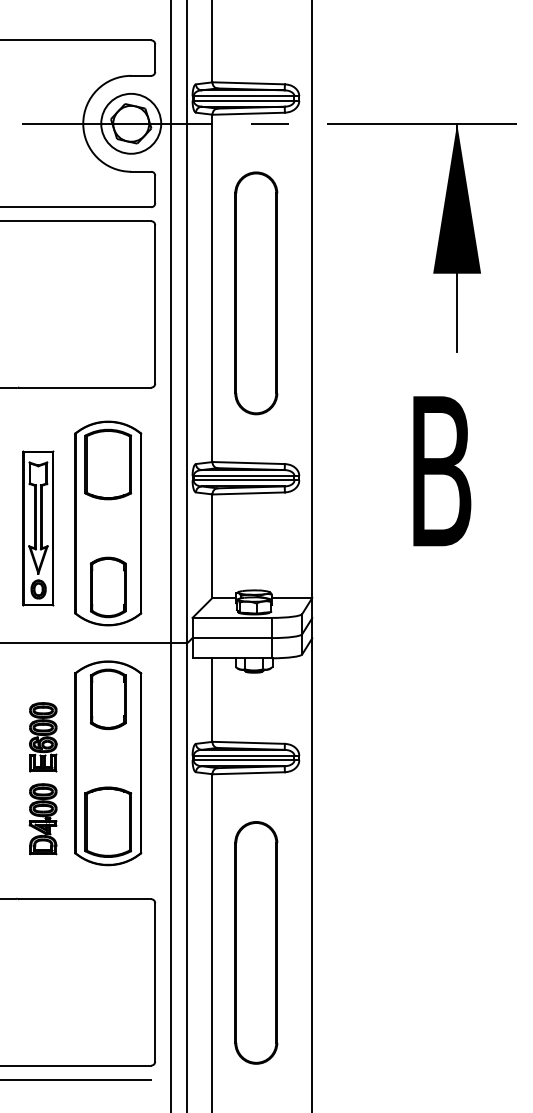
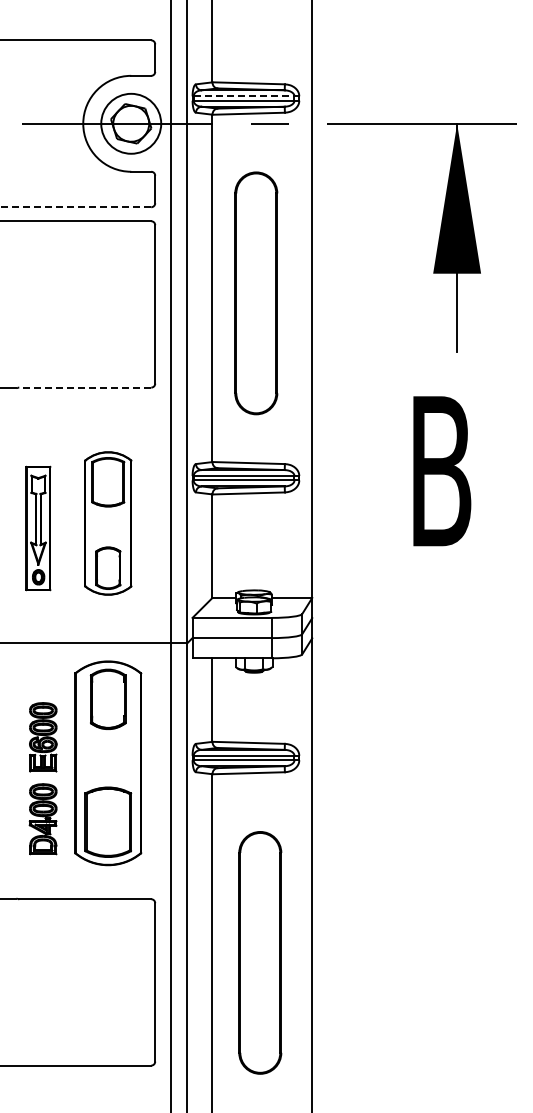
line at (244, 96): solid -> dashed
line at (75, 207): solid -> dashed
line at (85, 387): solid -> dashed
part at (108, 523) size: 69x207 px -> 49x145 px
part at (38, 528) size: 33x157 px -> 27x127 px
part at (256, 942) position: (256, 942) -> (260, 952)
line at (76, 1079): present -> none
